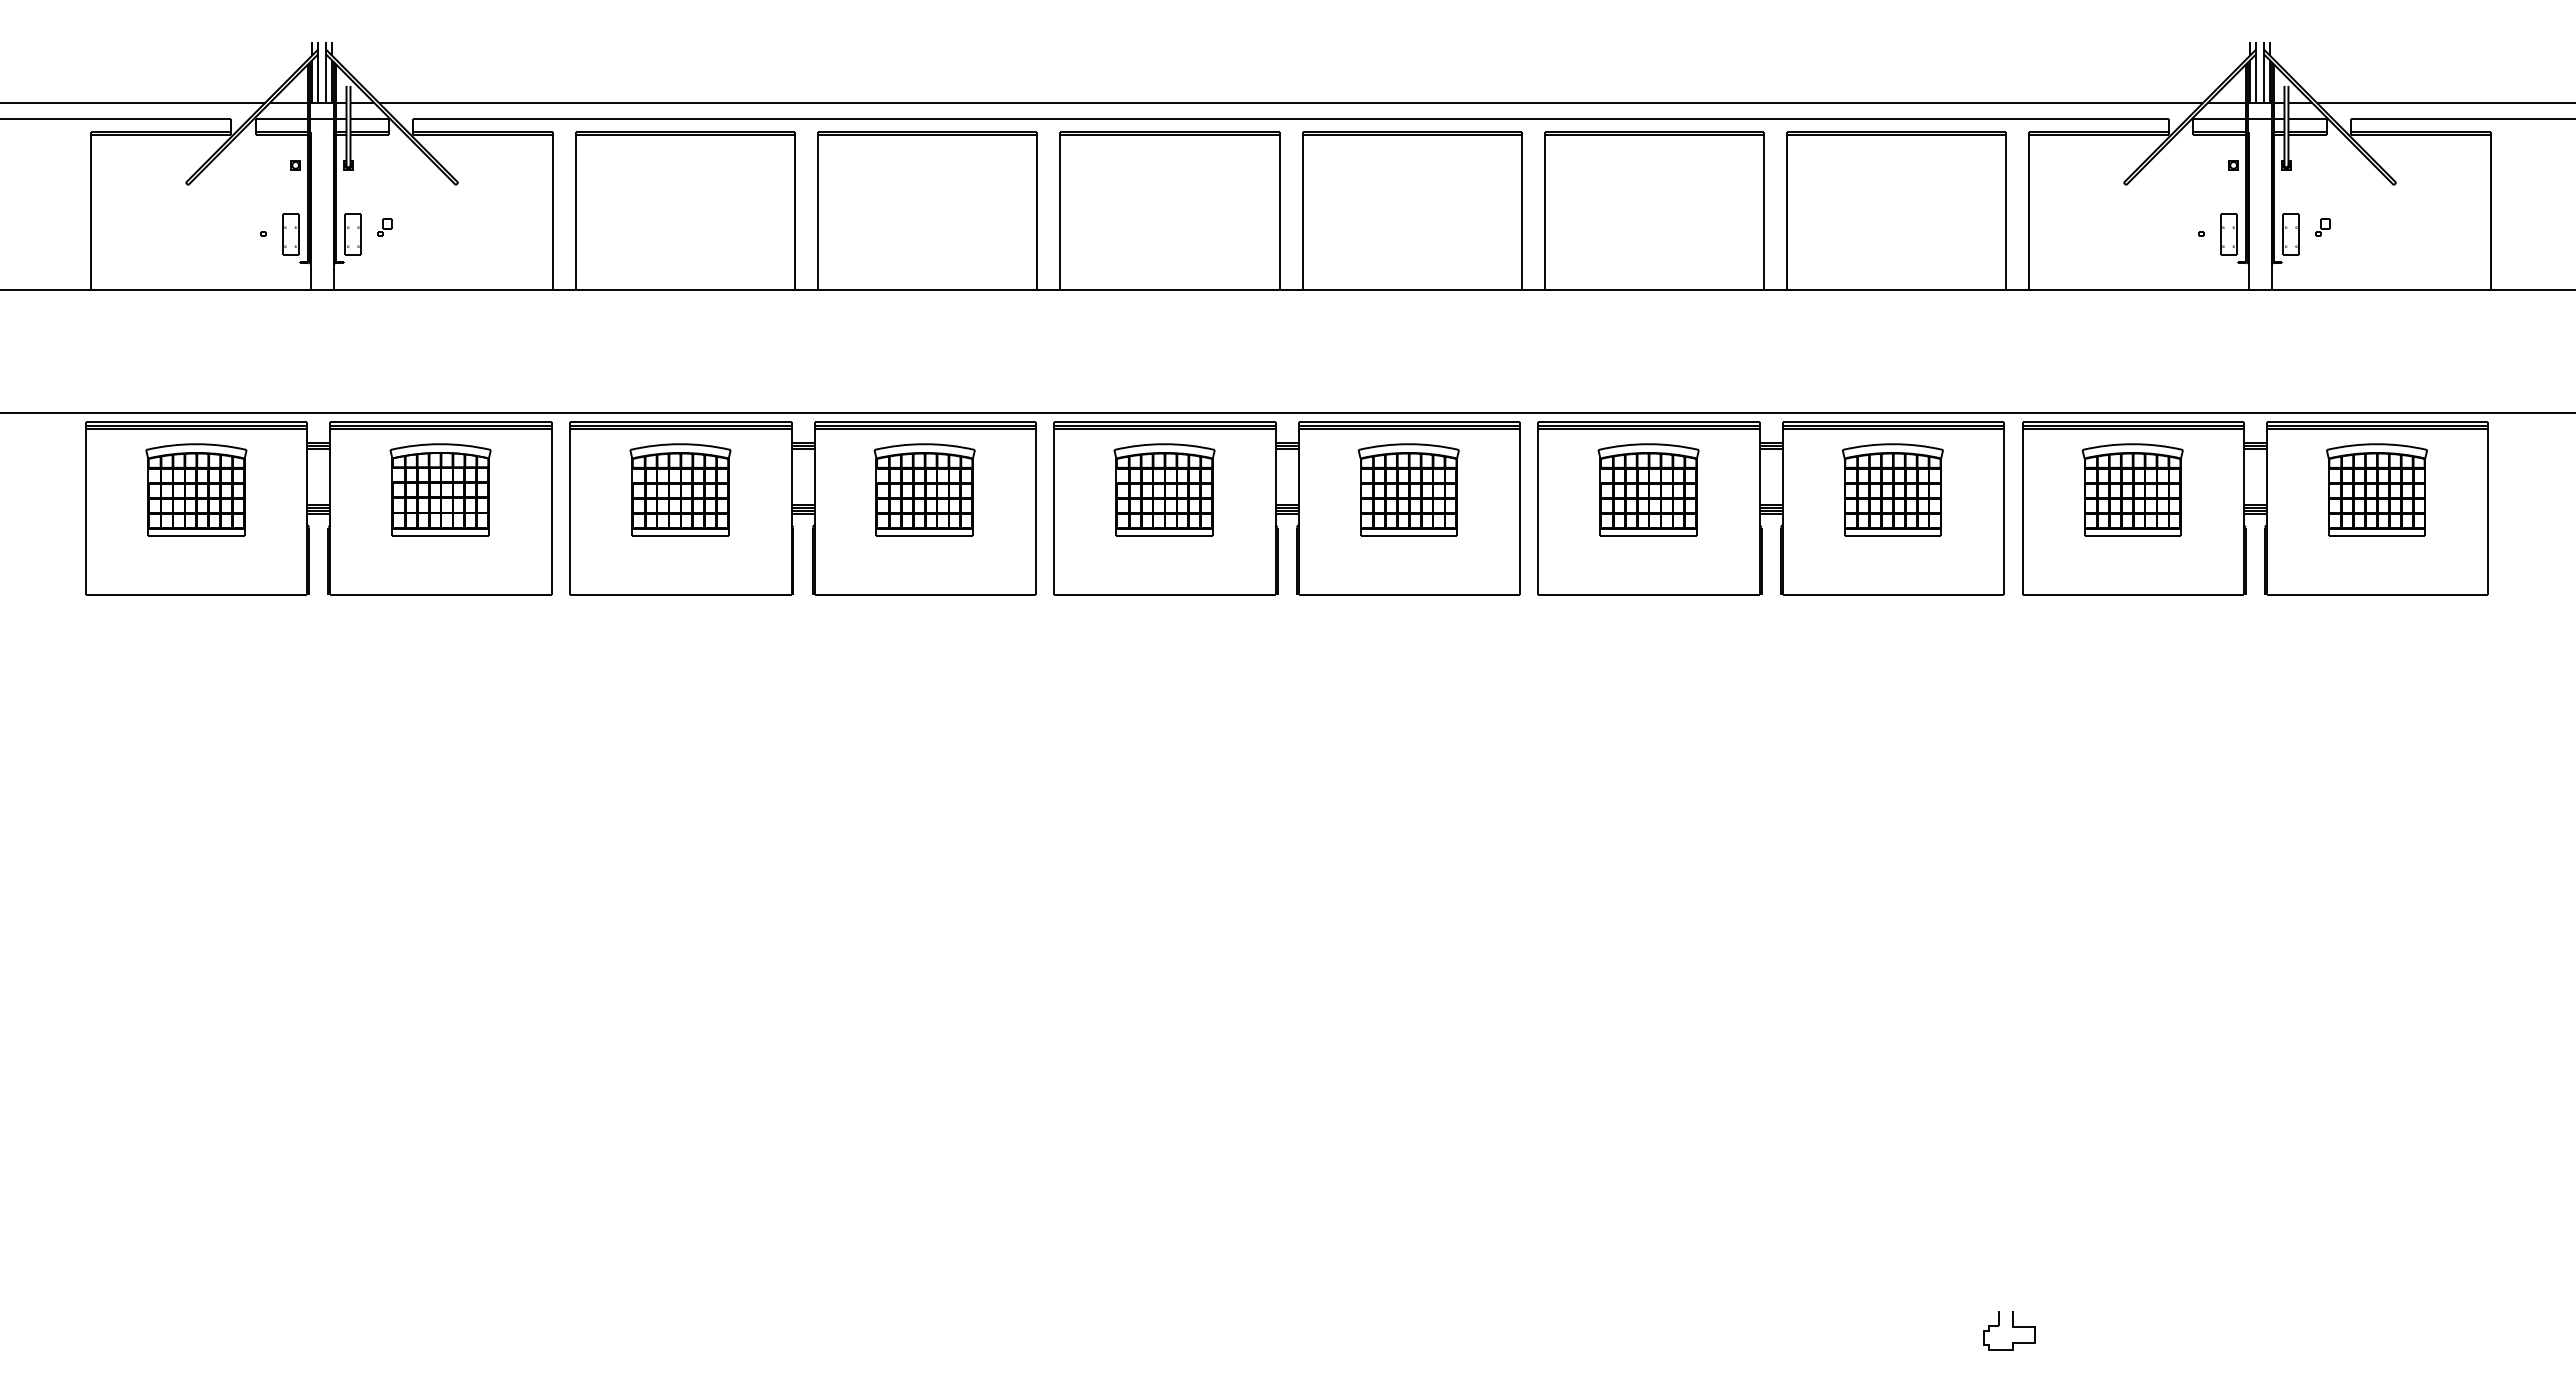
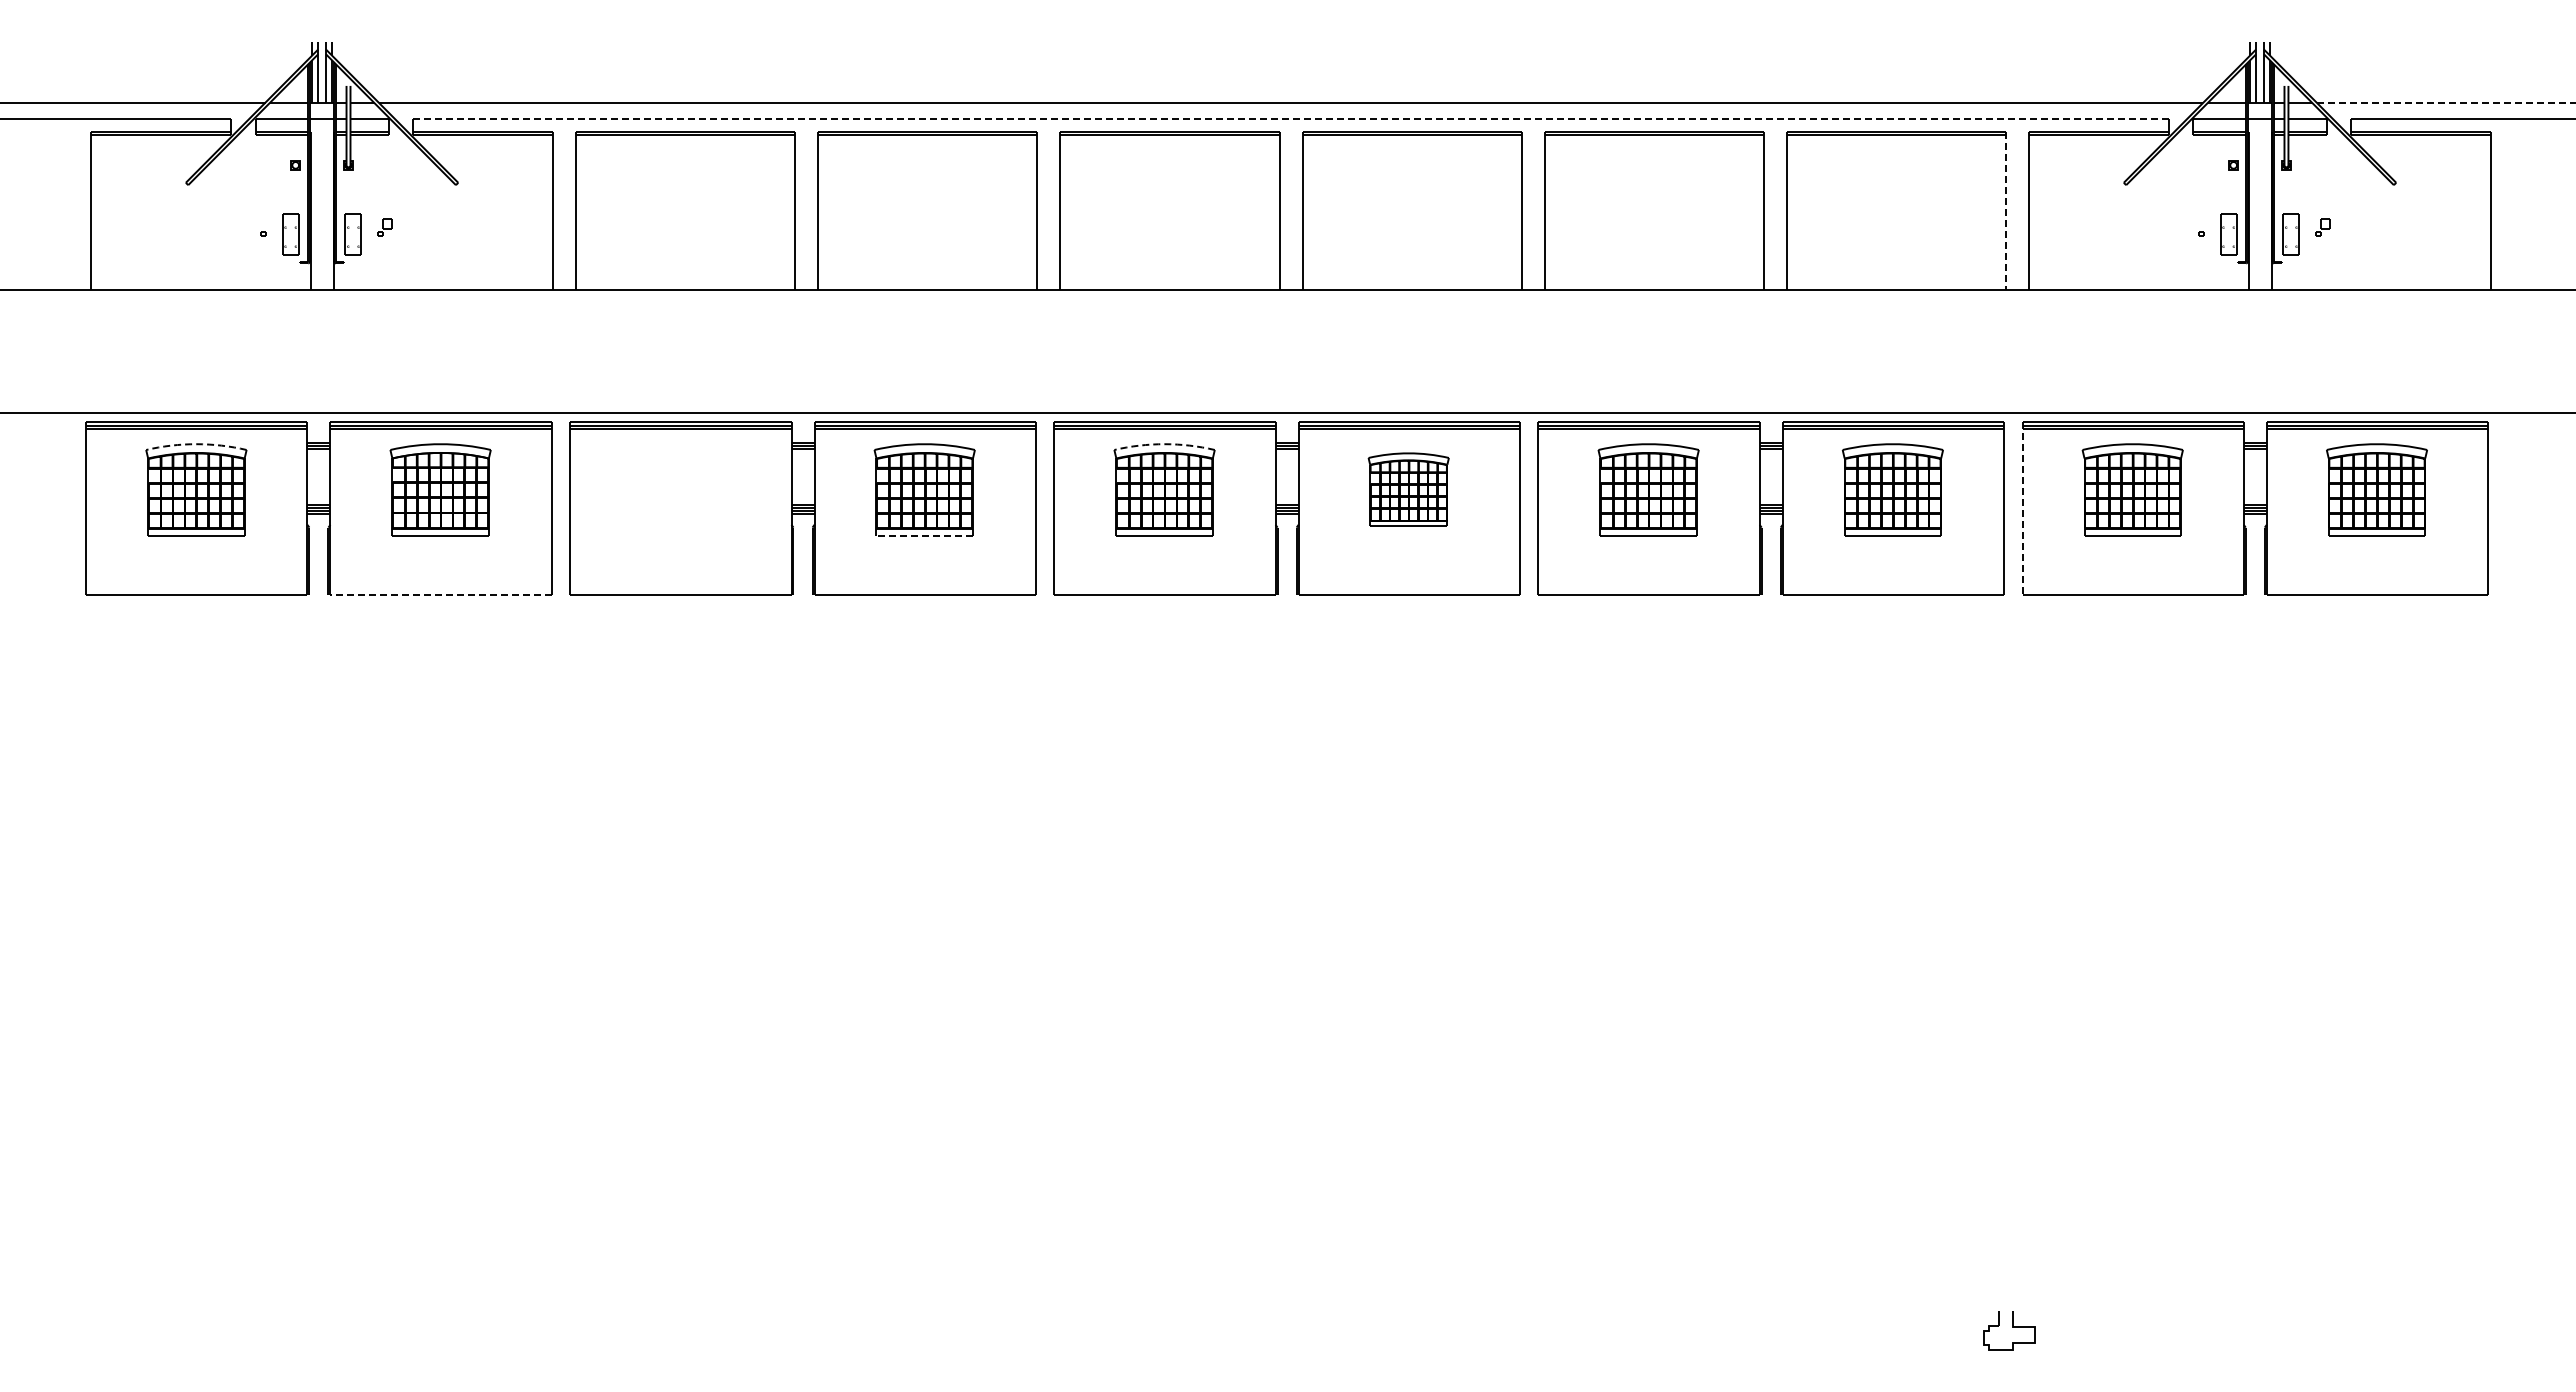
line at (2446, 102): solid -> dashed
line at (1291, 119): solid -> dashed
line at (2006, 211): solid -> dashed
arc at (196, 444): solid -> dashed
arc at (1164, 444): solid -> dashed
part at (680, 489): present -> none
part at (1408, 489) size: 103x94 px -> 83x75 px
line at (2022, 509): solid -> dashed
line at (924, 535): solid -> dashed
line at (441, 594): solid -> dashed
